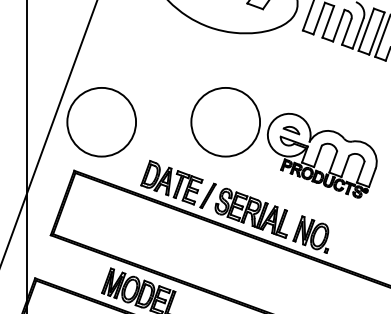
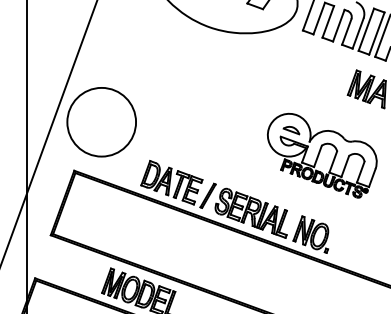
part at (366, 89): none -> present
circle at (225, 122): present -> none
